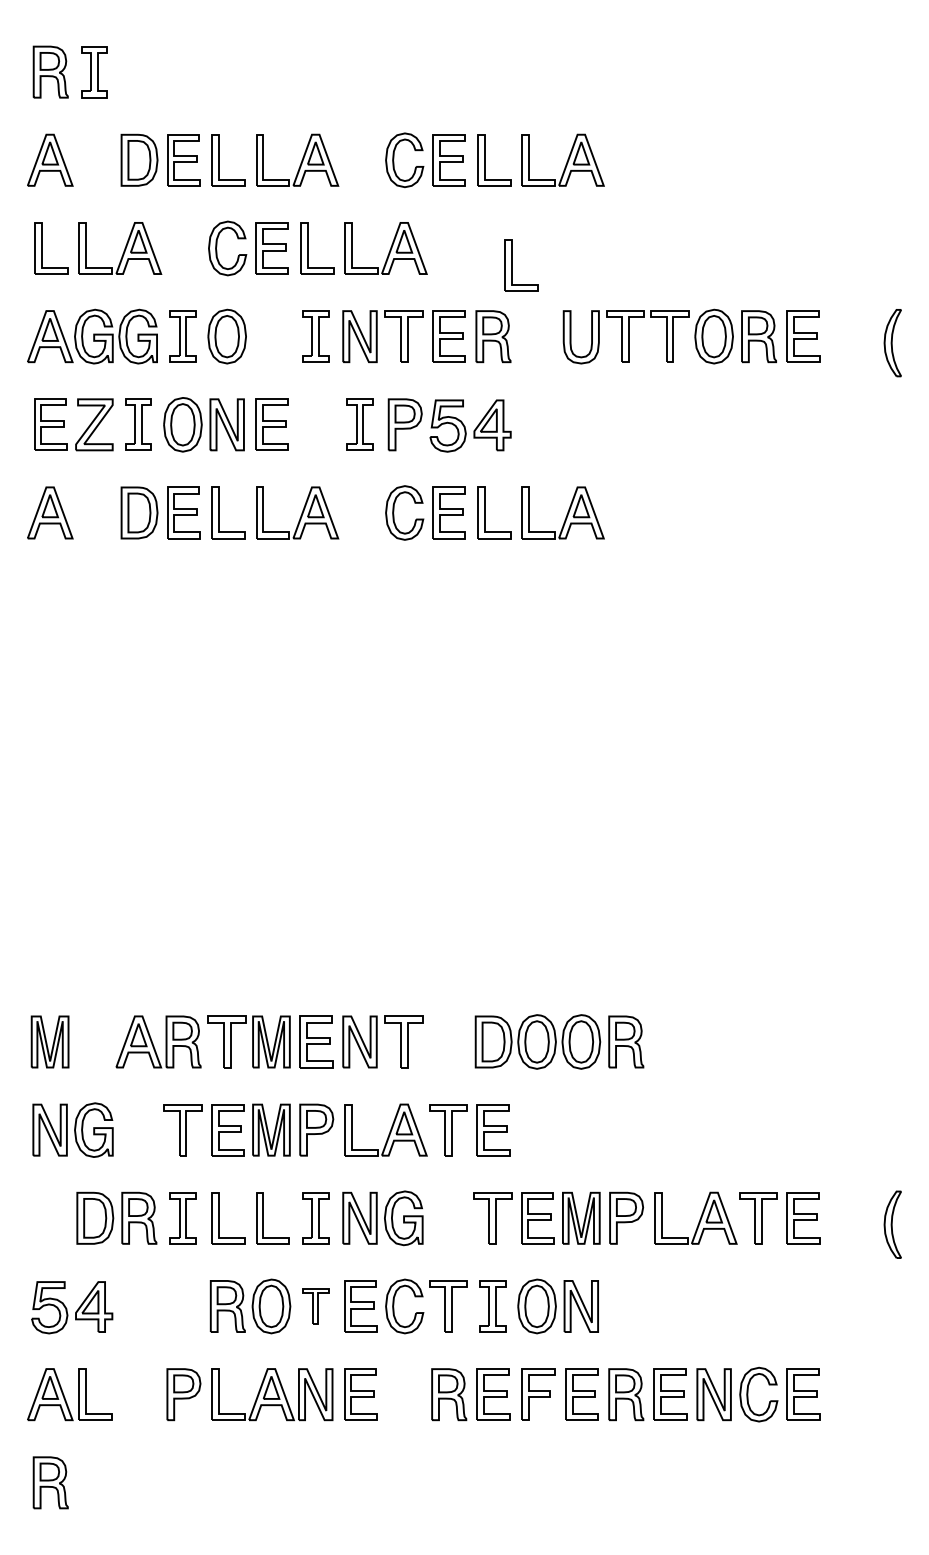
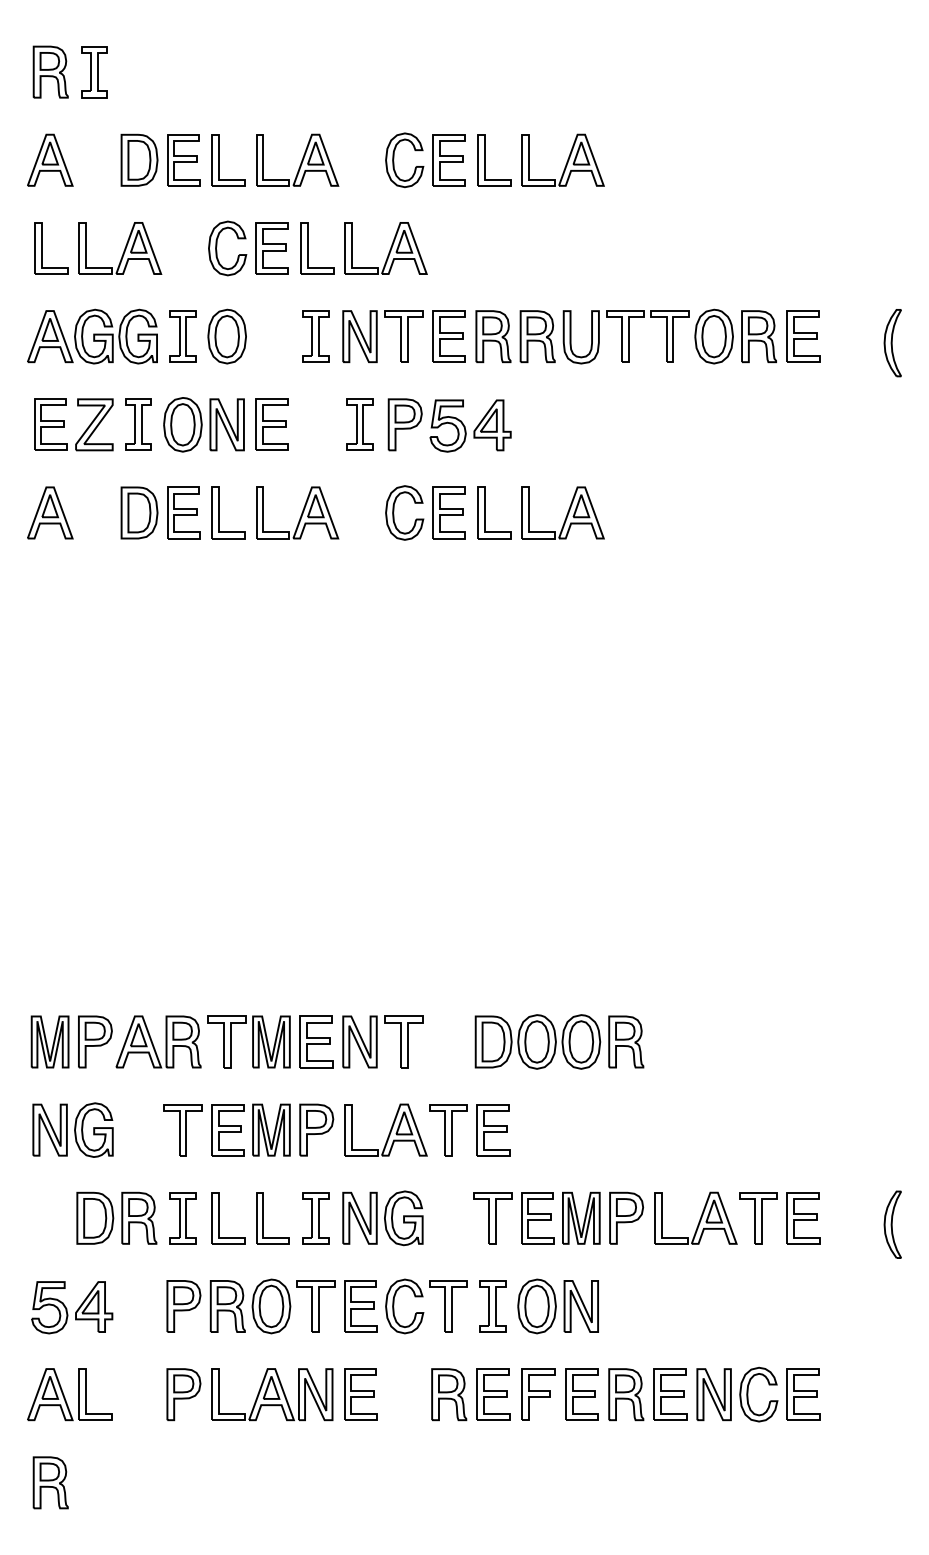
part at (512, 265): present -> none
part at (537, 336): none -> present
part at (95, 1041): none -> present
part at (183, 1306): none -> present
part at (315, 1306) size: 28x37 px -> 40x53 px
